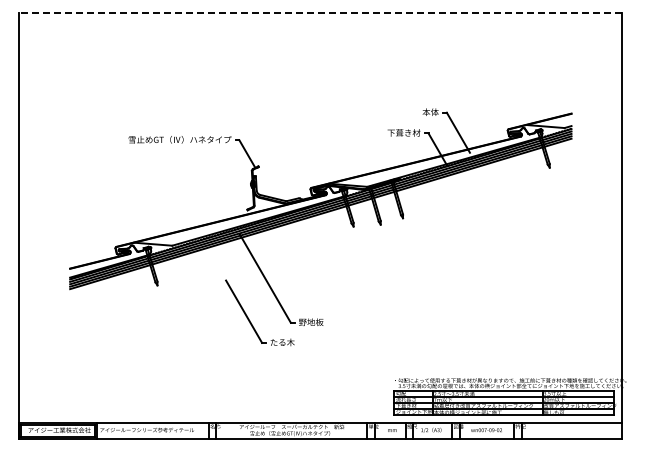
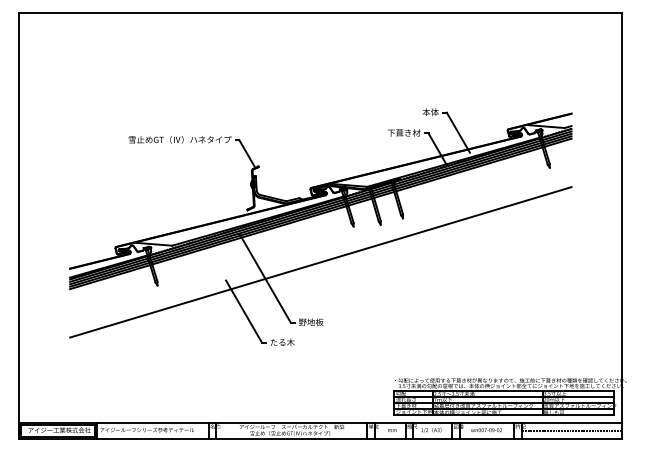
line at (320, 13): dashed -> solid
line at (320, 262): none -> present
line at (571, 430): none -> present
